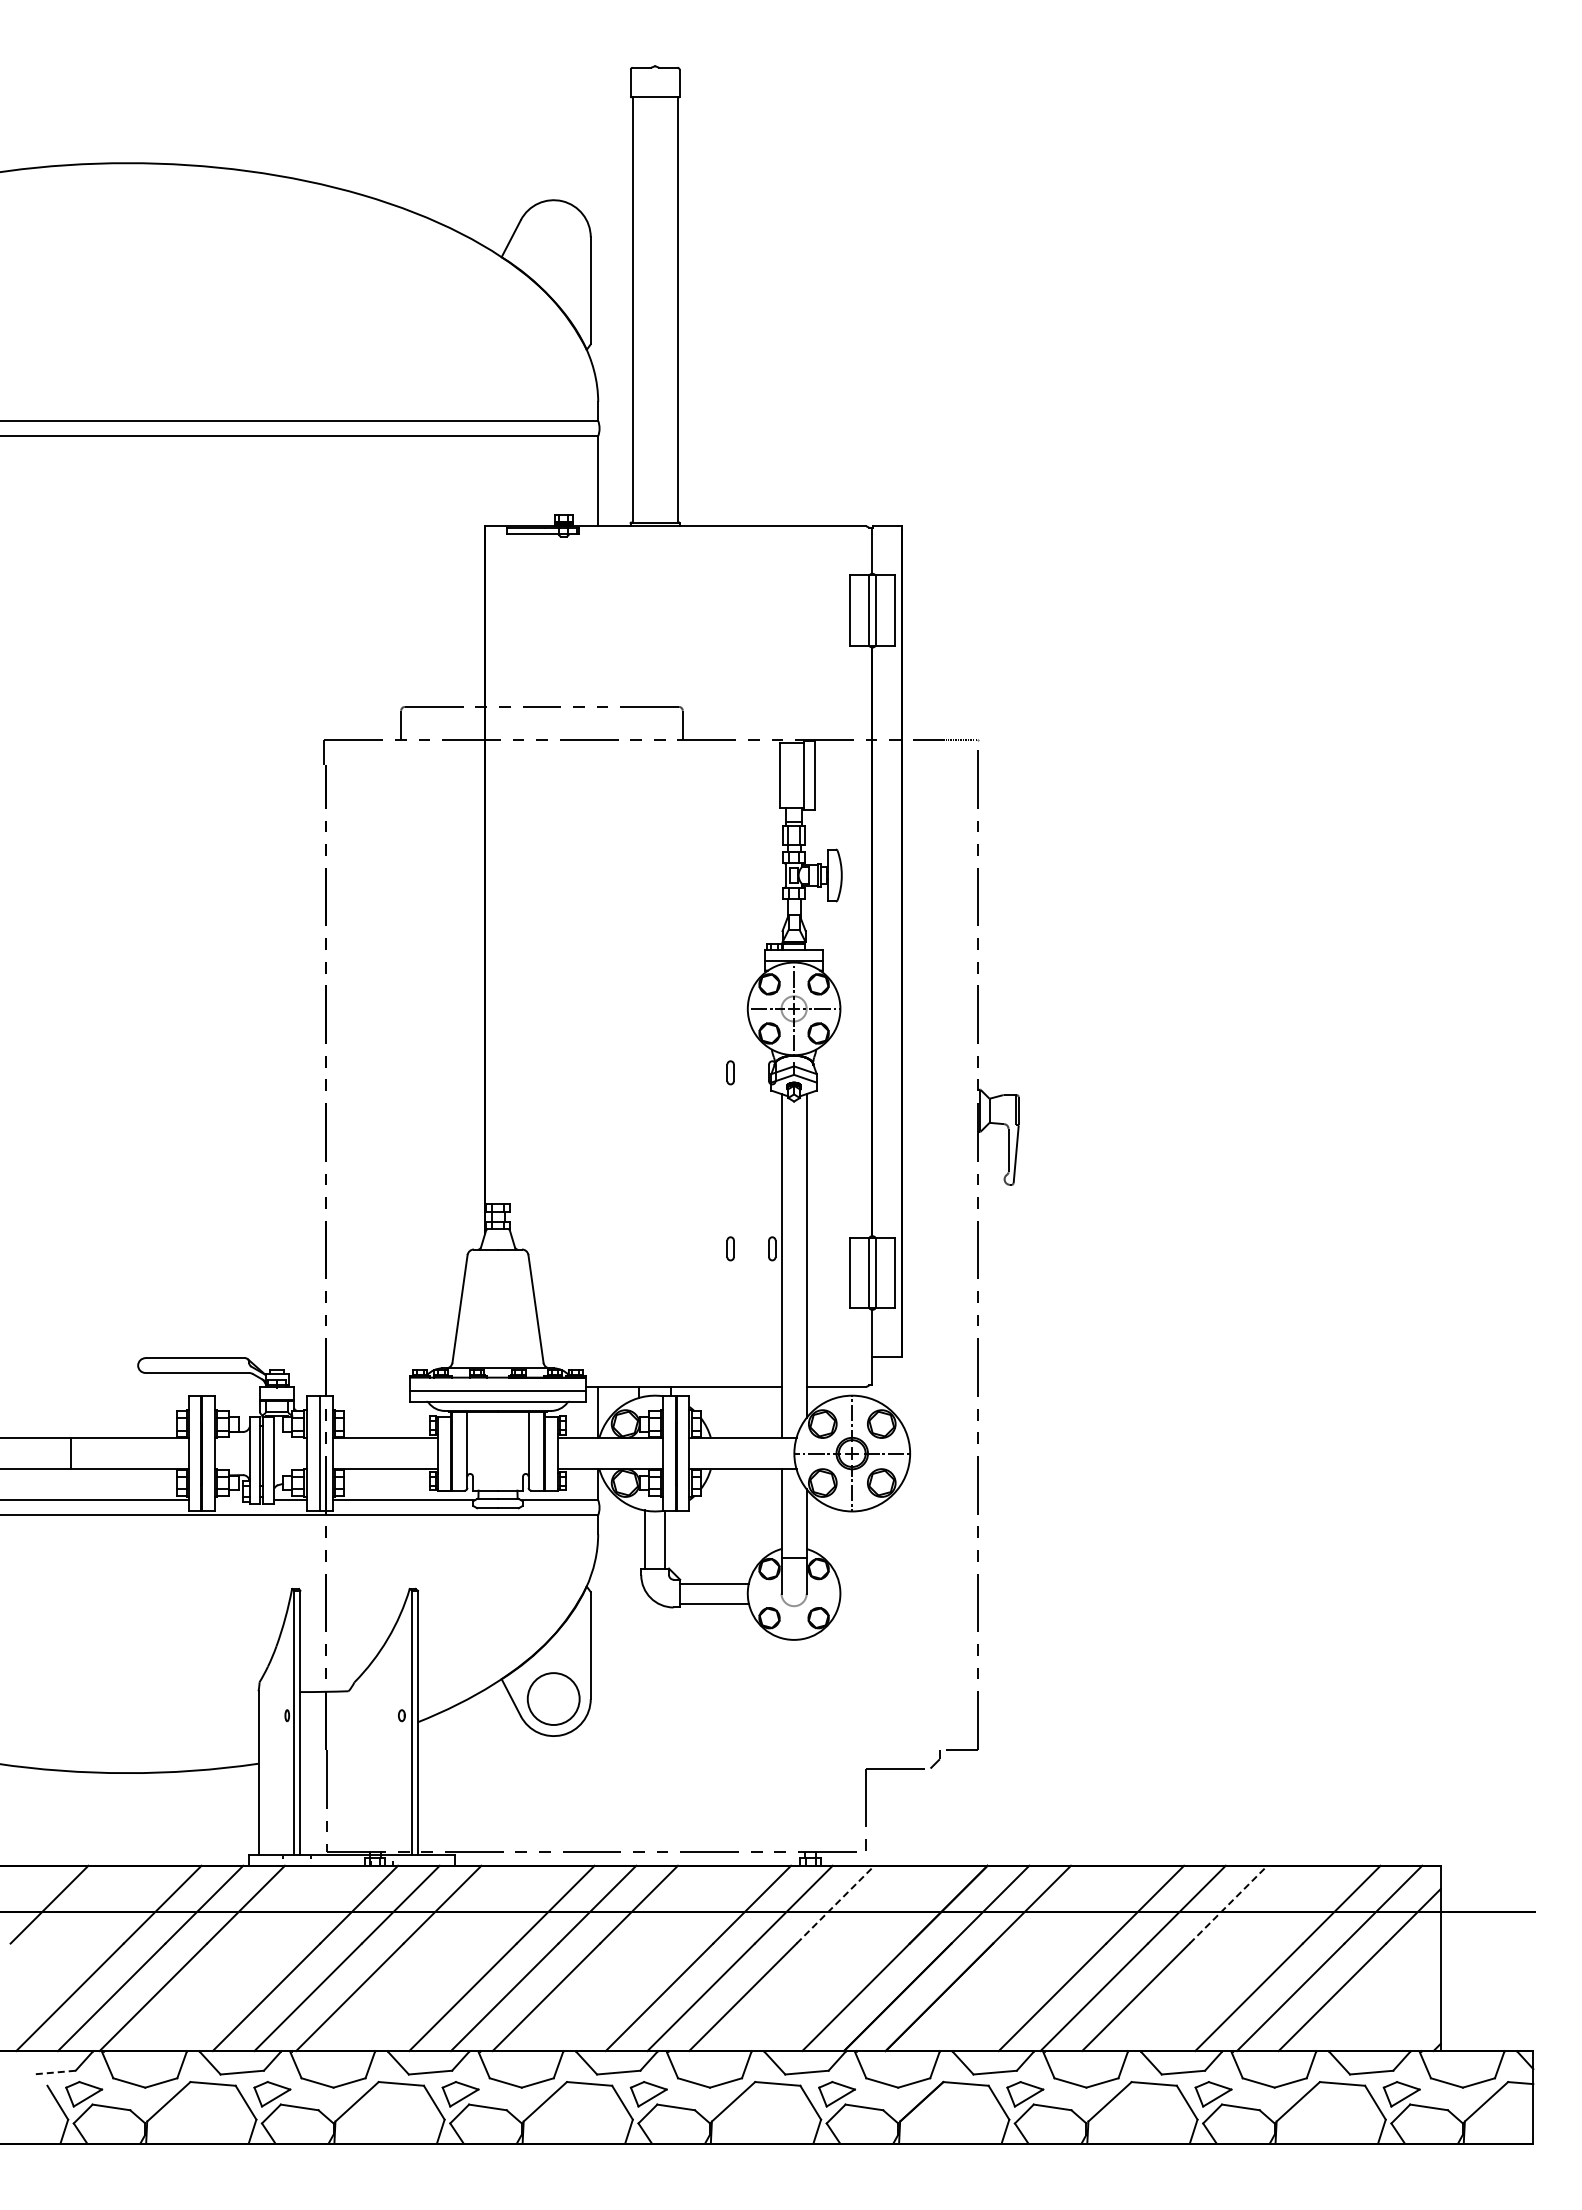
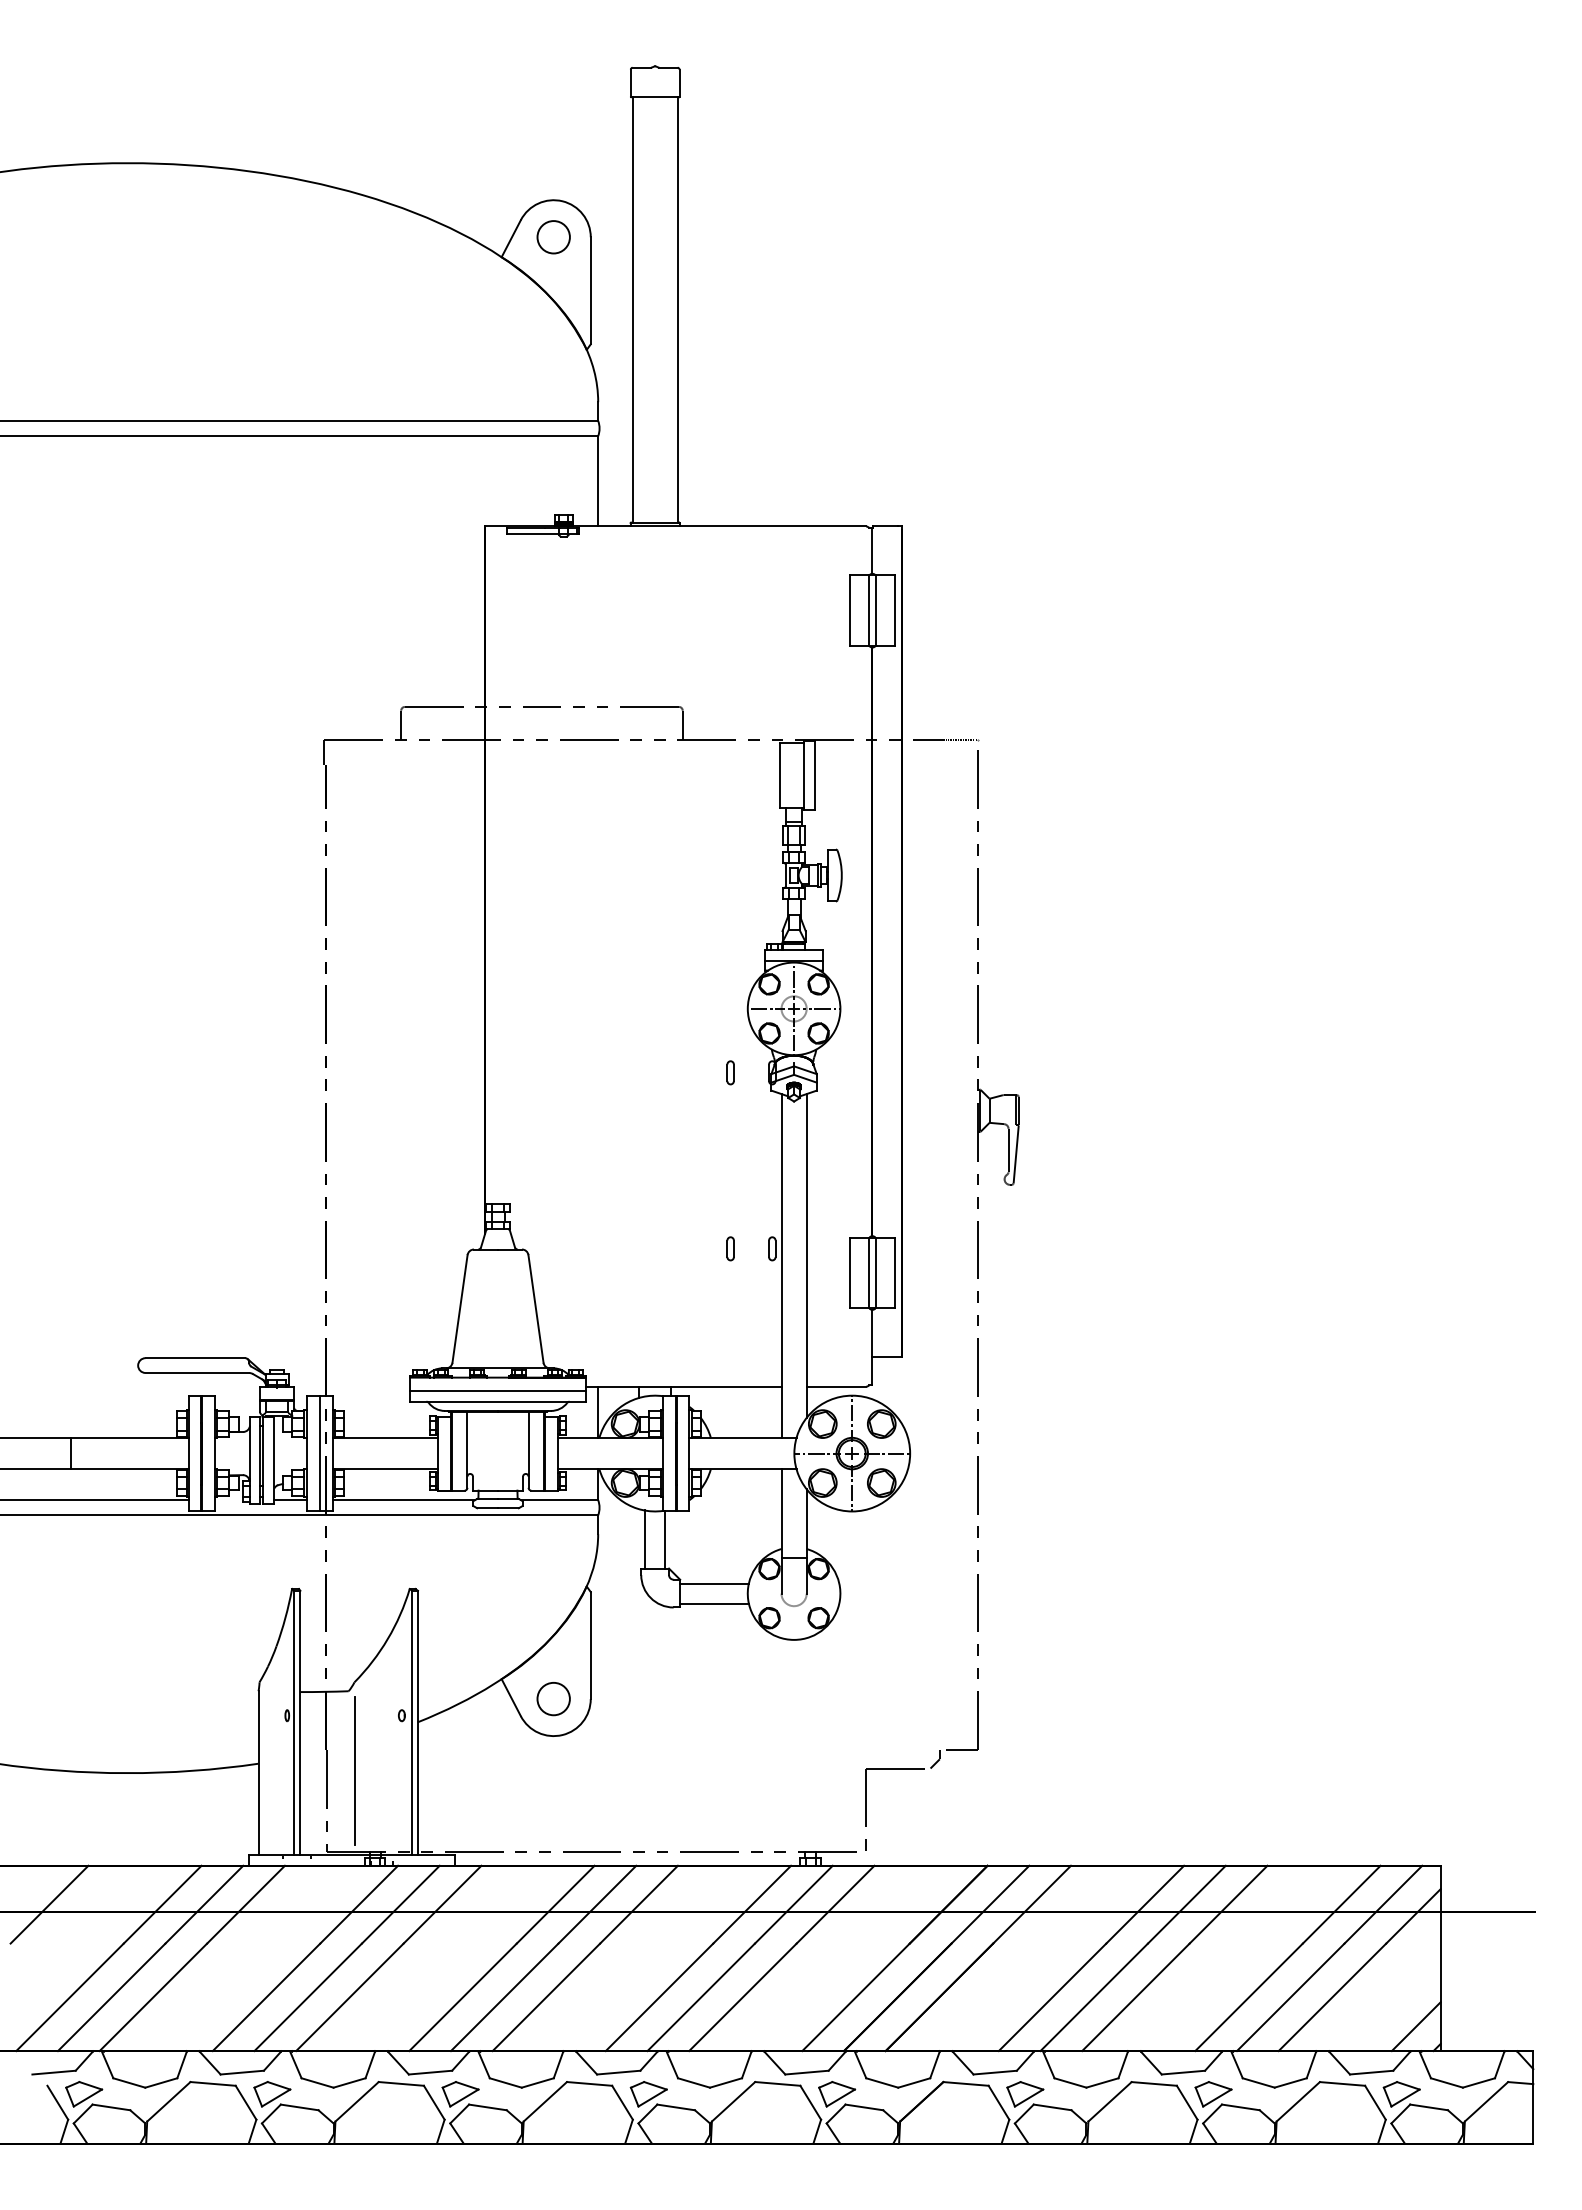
circle at (553, 237): none -> present
circle at (553, 1698) diameter: 52 px -> 32 px
line at (354, 1770): none -> present
line at (835, 1904): dashed -> solid
line at (1228, 1904): dashed -> solid
line at (1415, 2026): none -> present
line at (54, 2072): dashed -> solid
